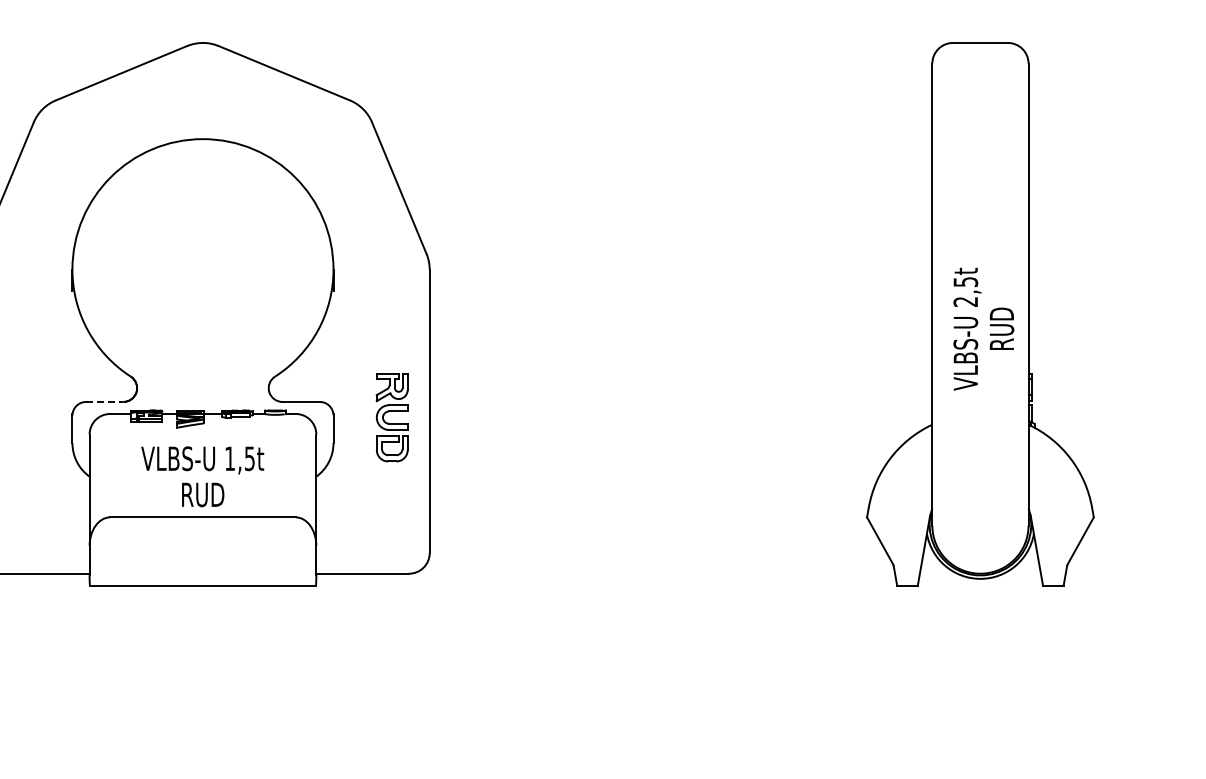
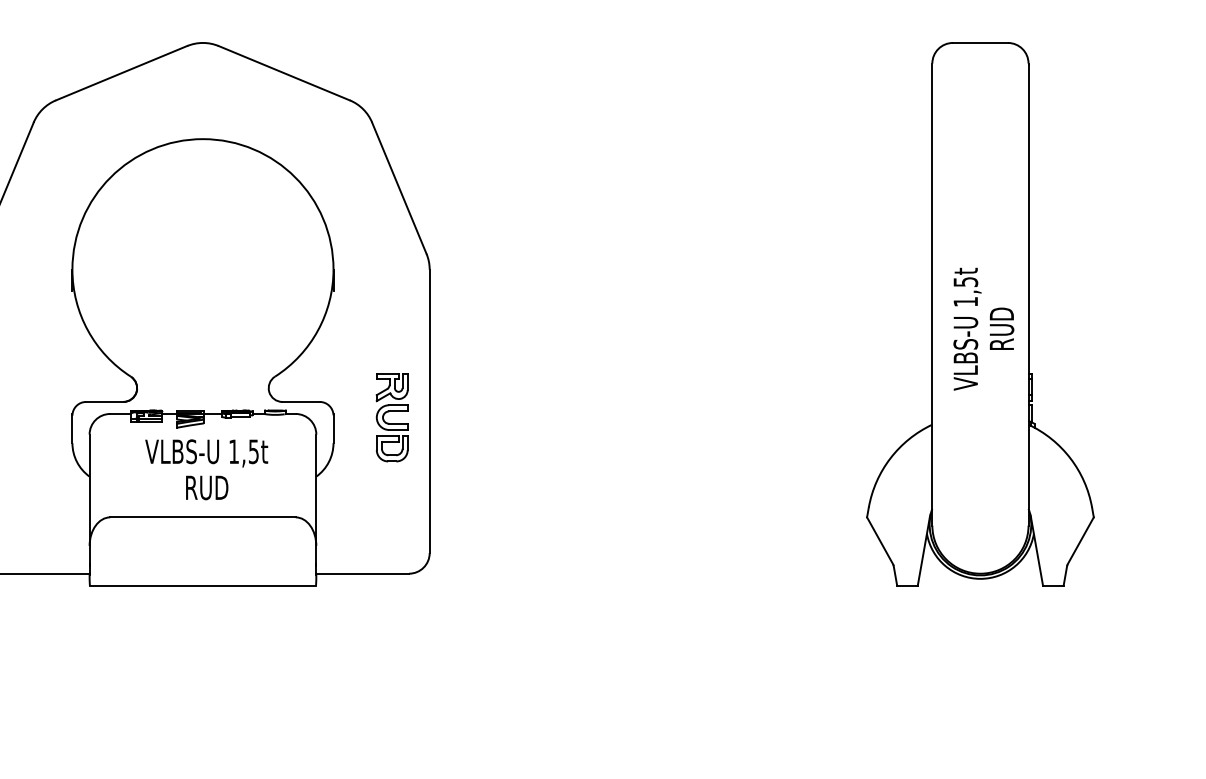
text at (965, 301): 2,5t -> 1,5t
line at (104, 401): dashed -> solid
text at (202, 476) position: (202, 476) -> (206, 469)
